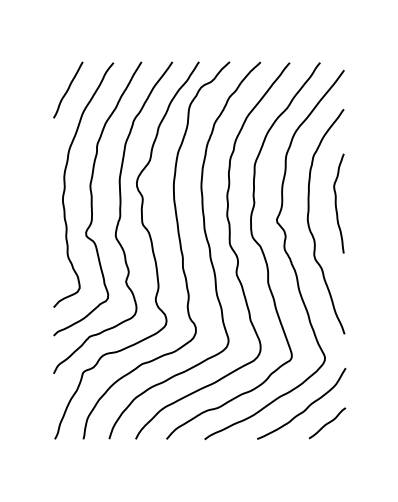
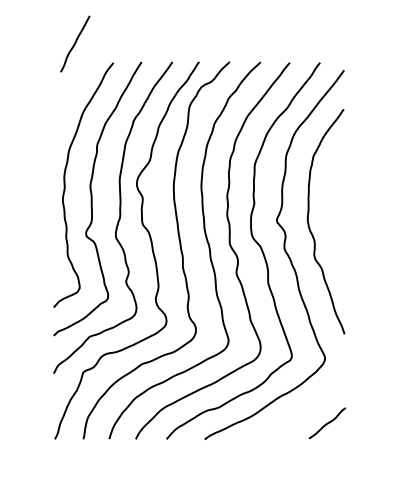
curve at (68, 89) position: (68, 89) -> (75, 43)
curve at (336, 203): present -> none
curve at (306, 407): present -> none
